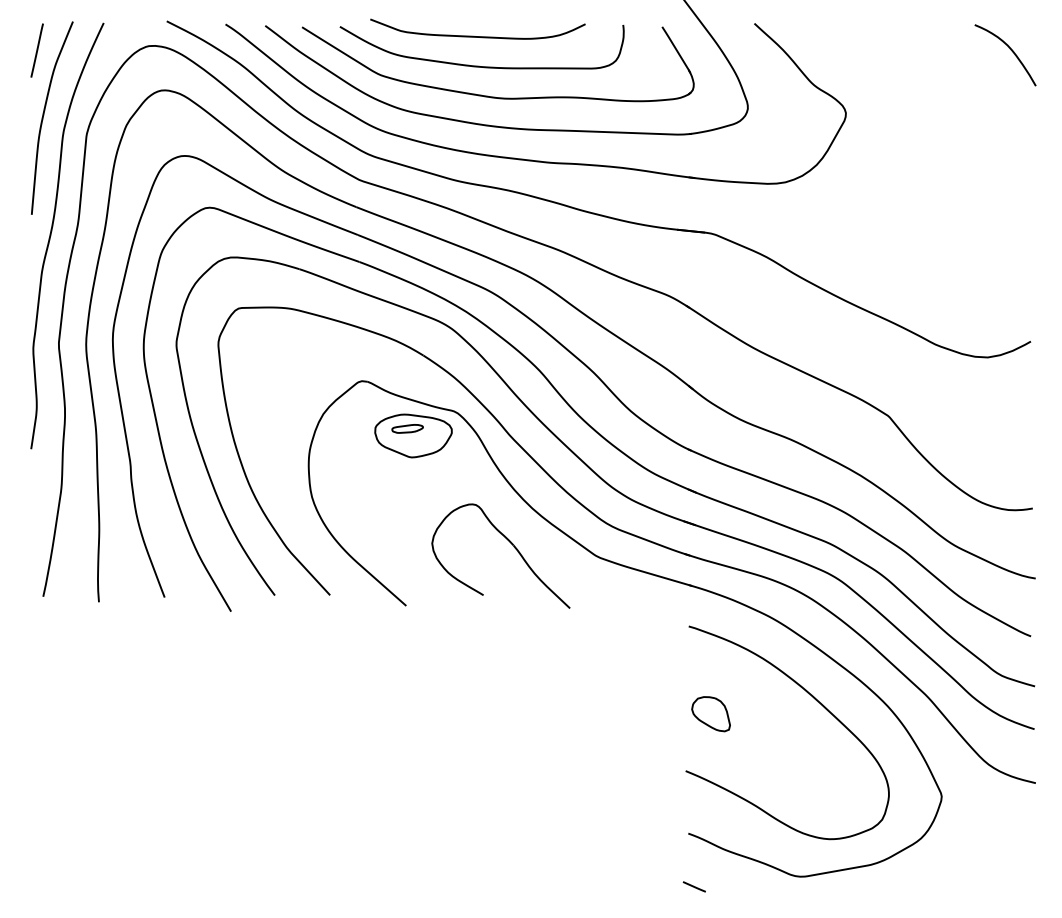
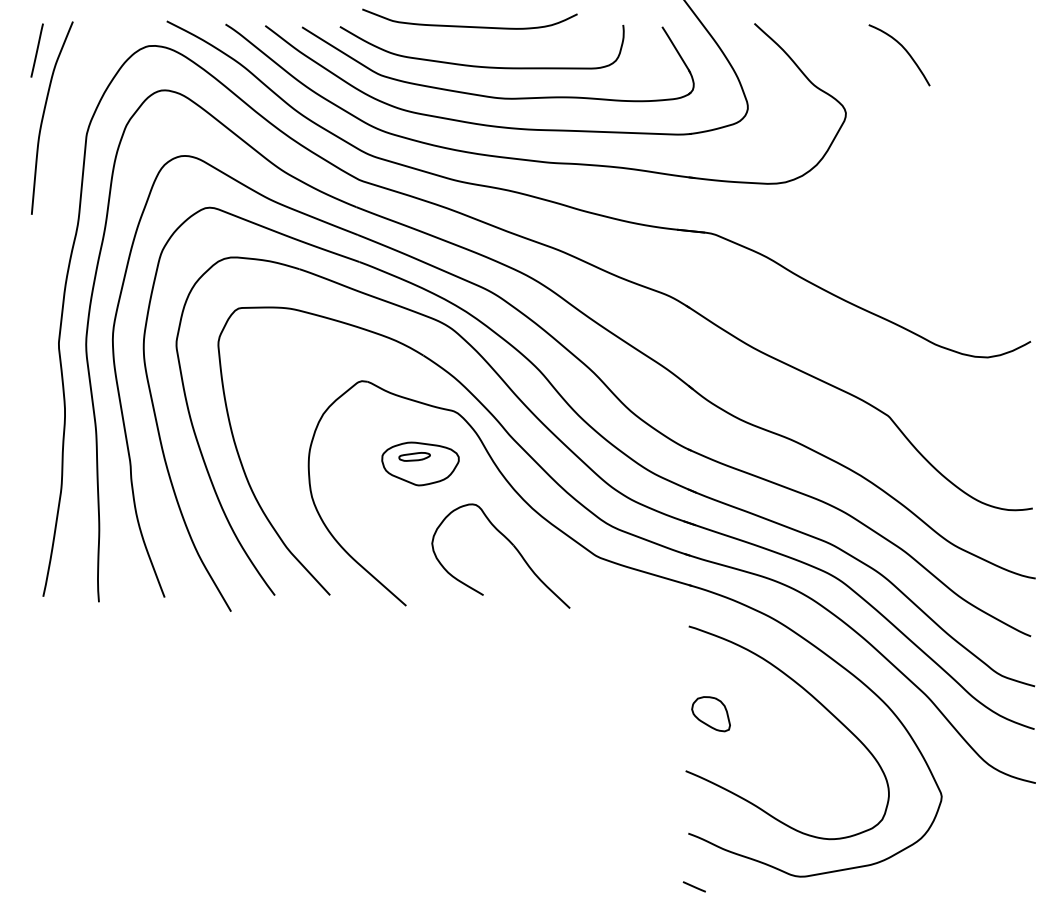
curve at (477, 36) position: (477, 36) -> (469, 26)
curve at (1010, 50) position: (1010, 50) -> (904, 50)
curve at (52, 231): present -> none
part at (413, 435) position: (413, 435) -> (420, 463)
